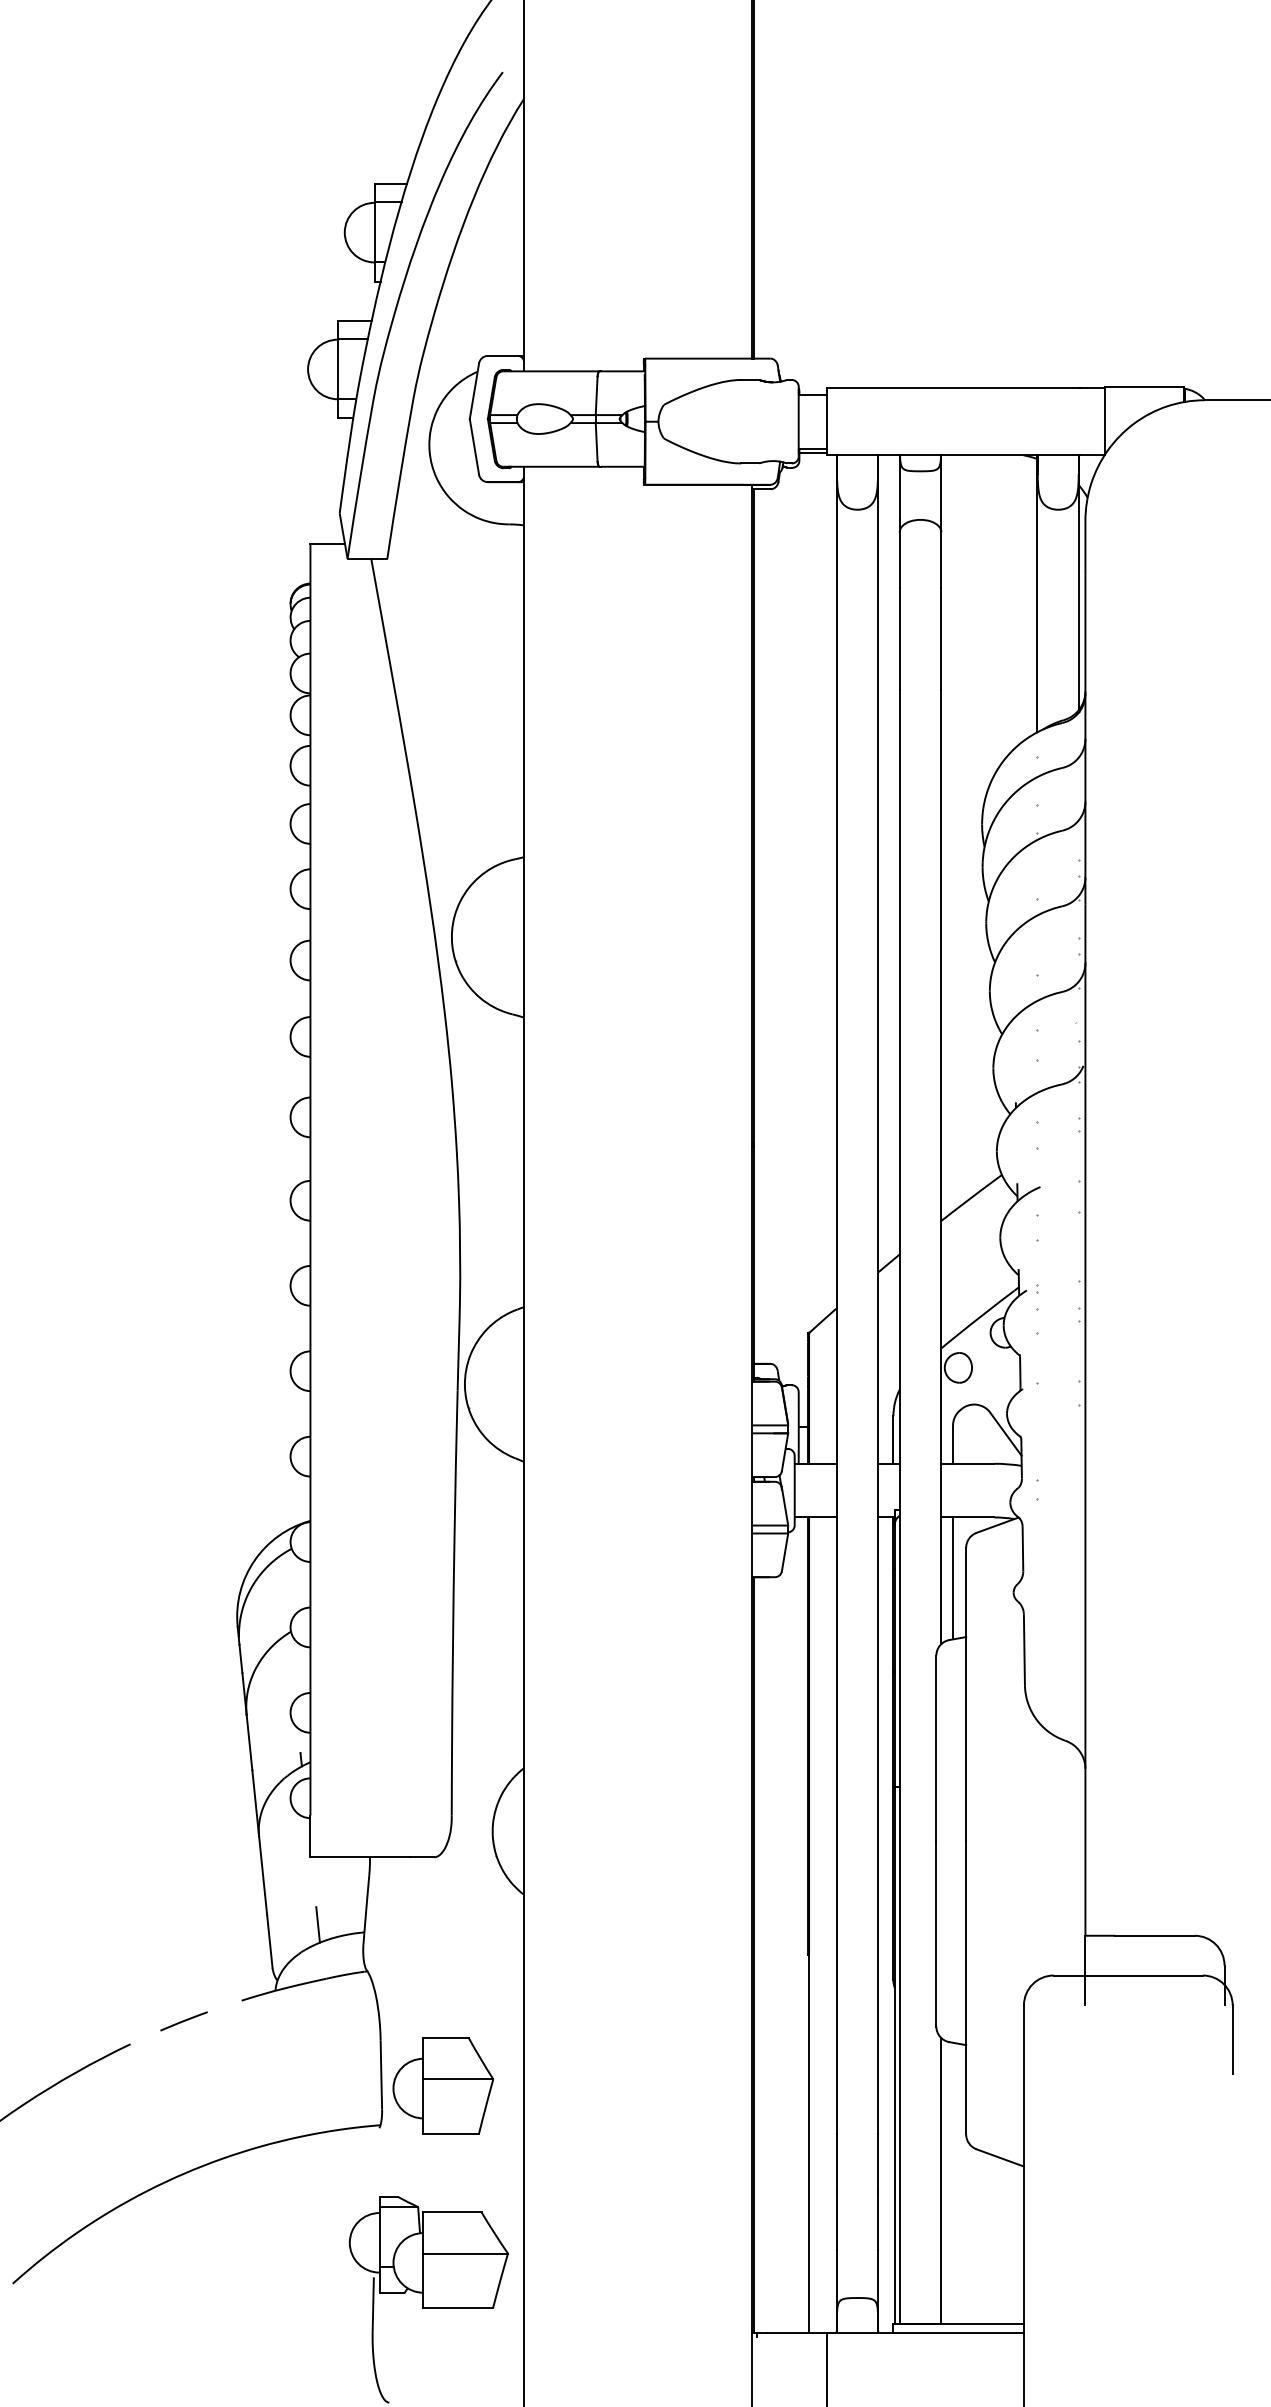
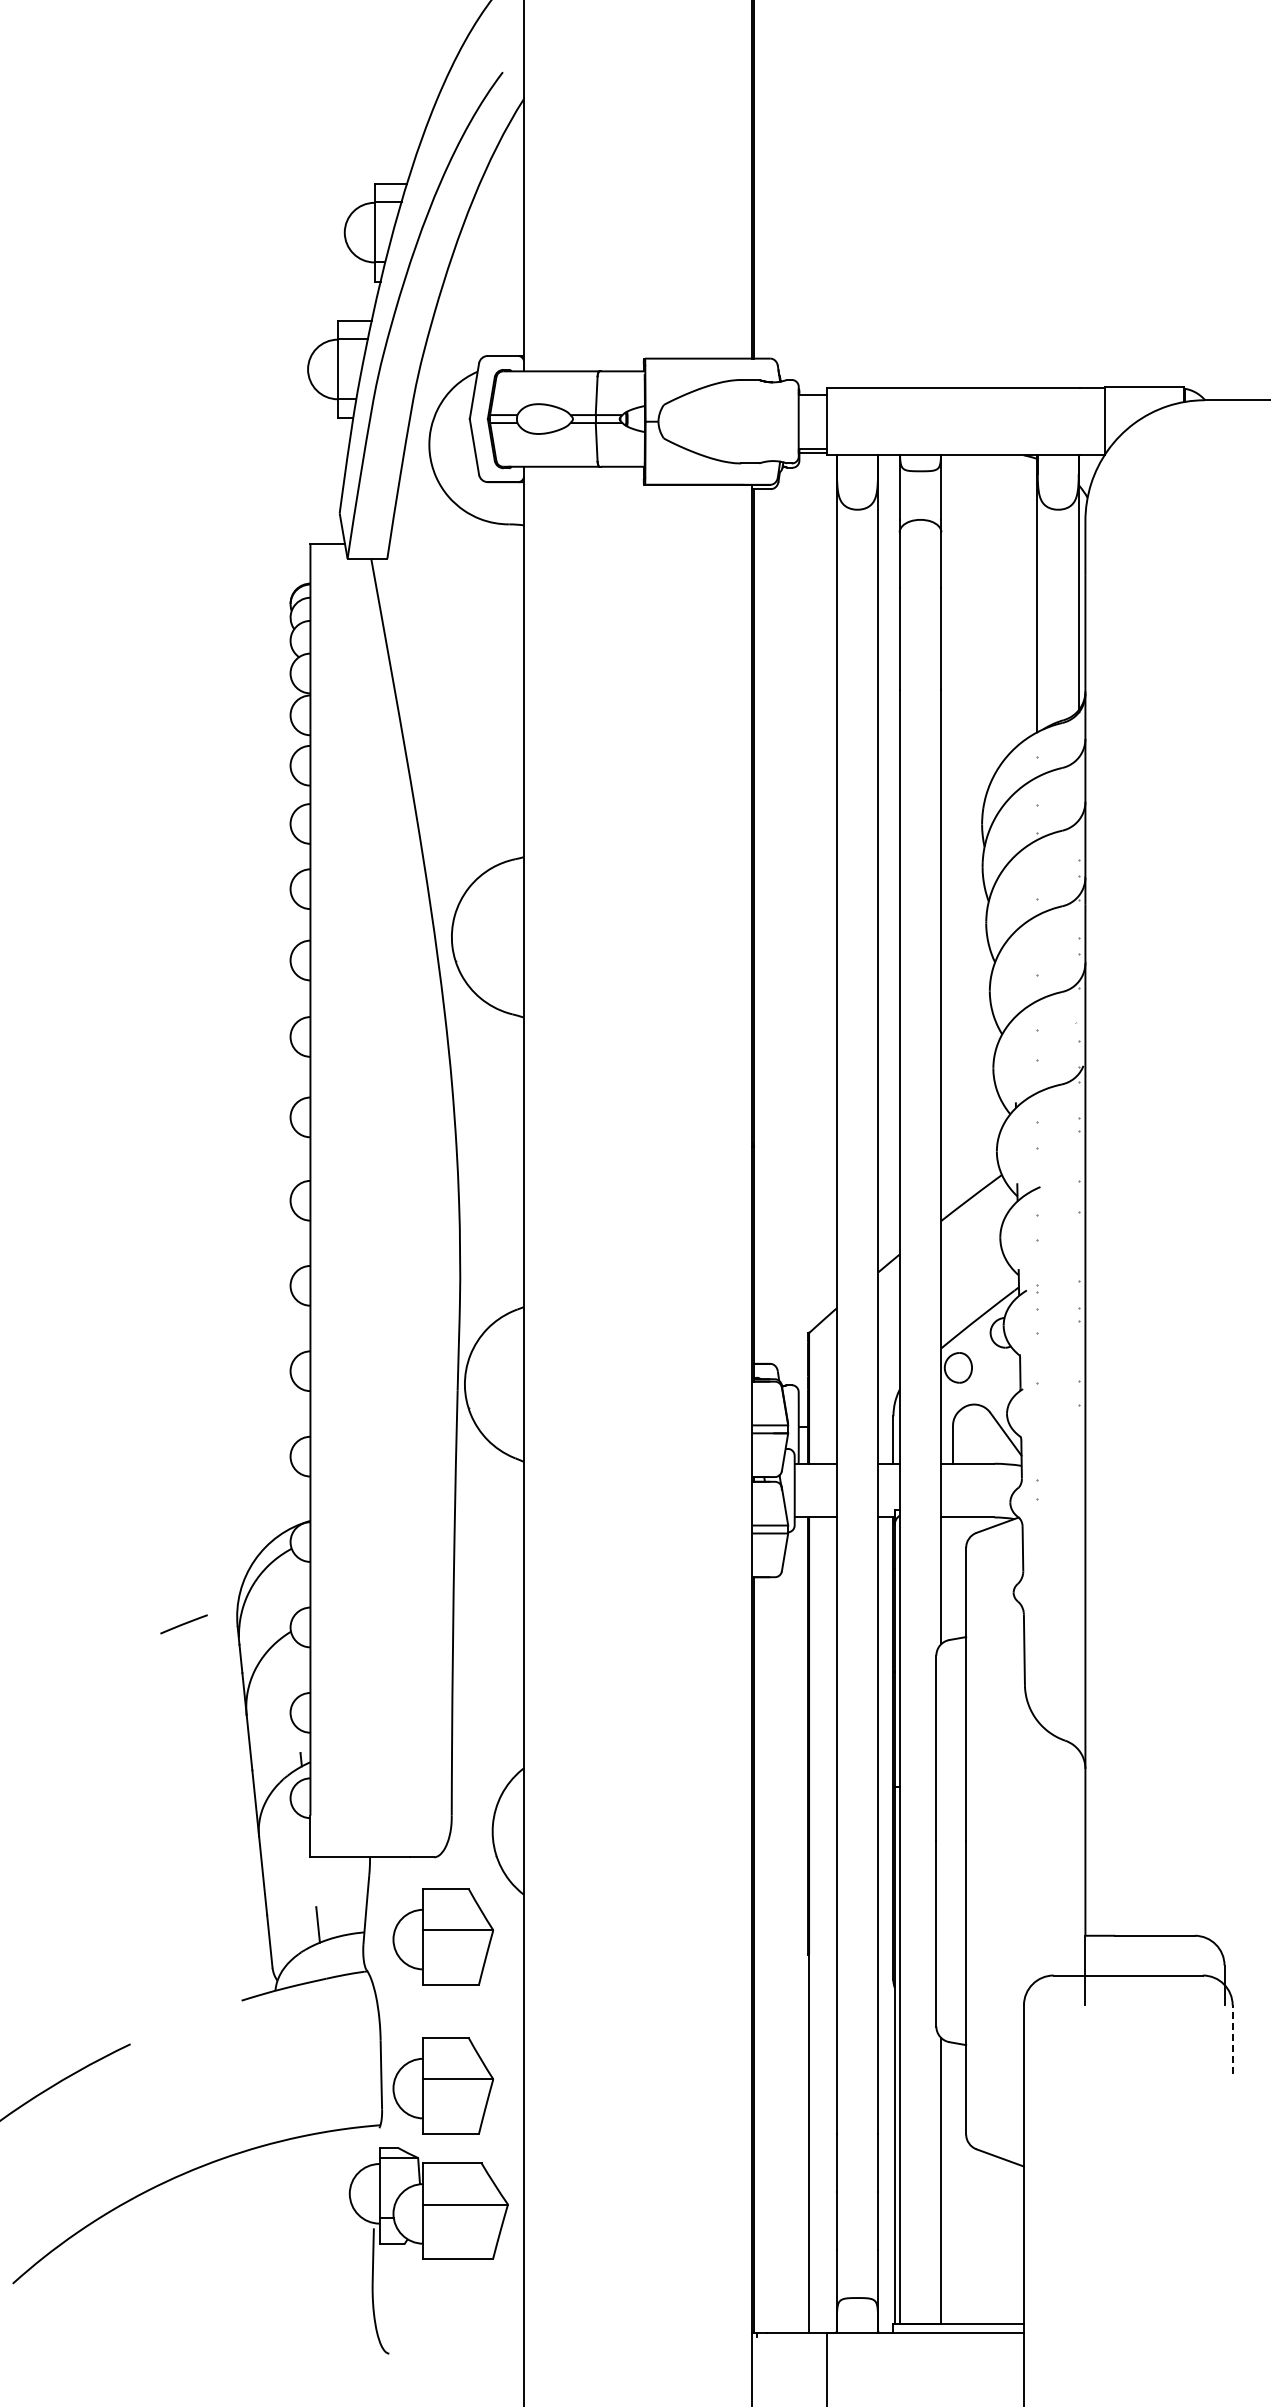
line at (953, 1578): present -> none
part at (442, 1936): none -> present
line at (183, 2021) position: (183, 2021) -> (183, 1624)
line at (1232, 2039): solid -> dashed
part at (428, 2299) position: (428, 2299) -> (428, 2250)
